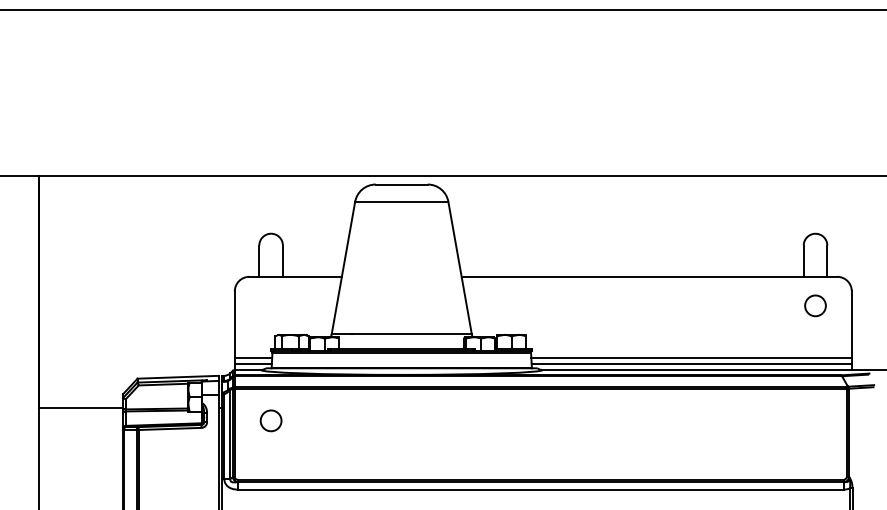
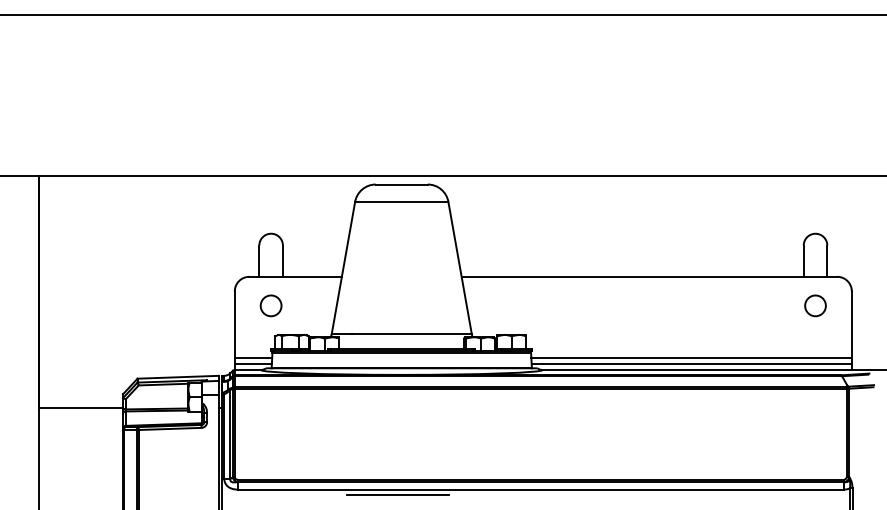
line at (442, 10) position: (442, 10) -> (442, 15)
circle at (270, 420) position: (270, 420) -> (270, 305)
line at (397, 494): none -> present
